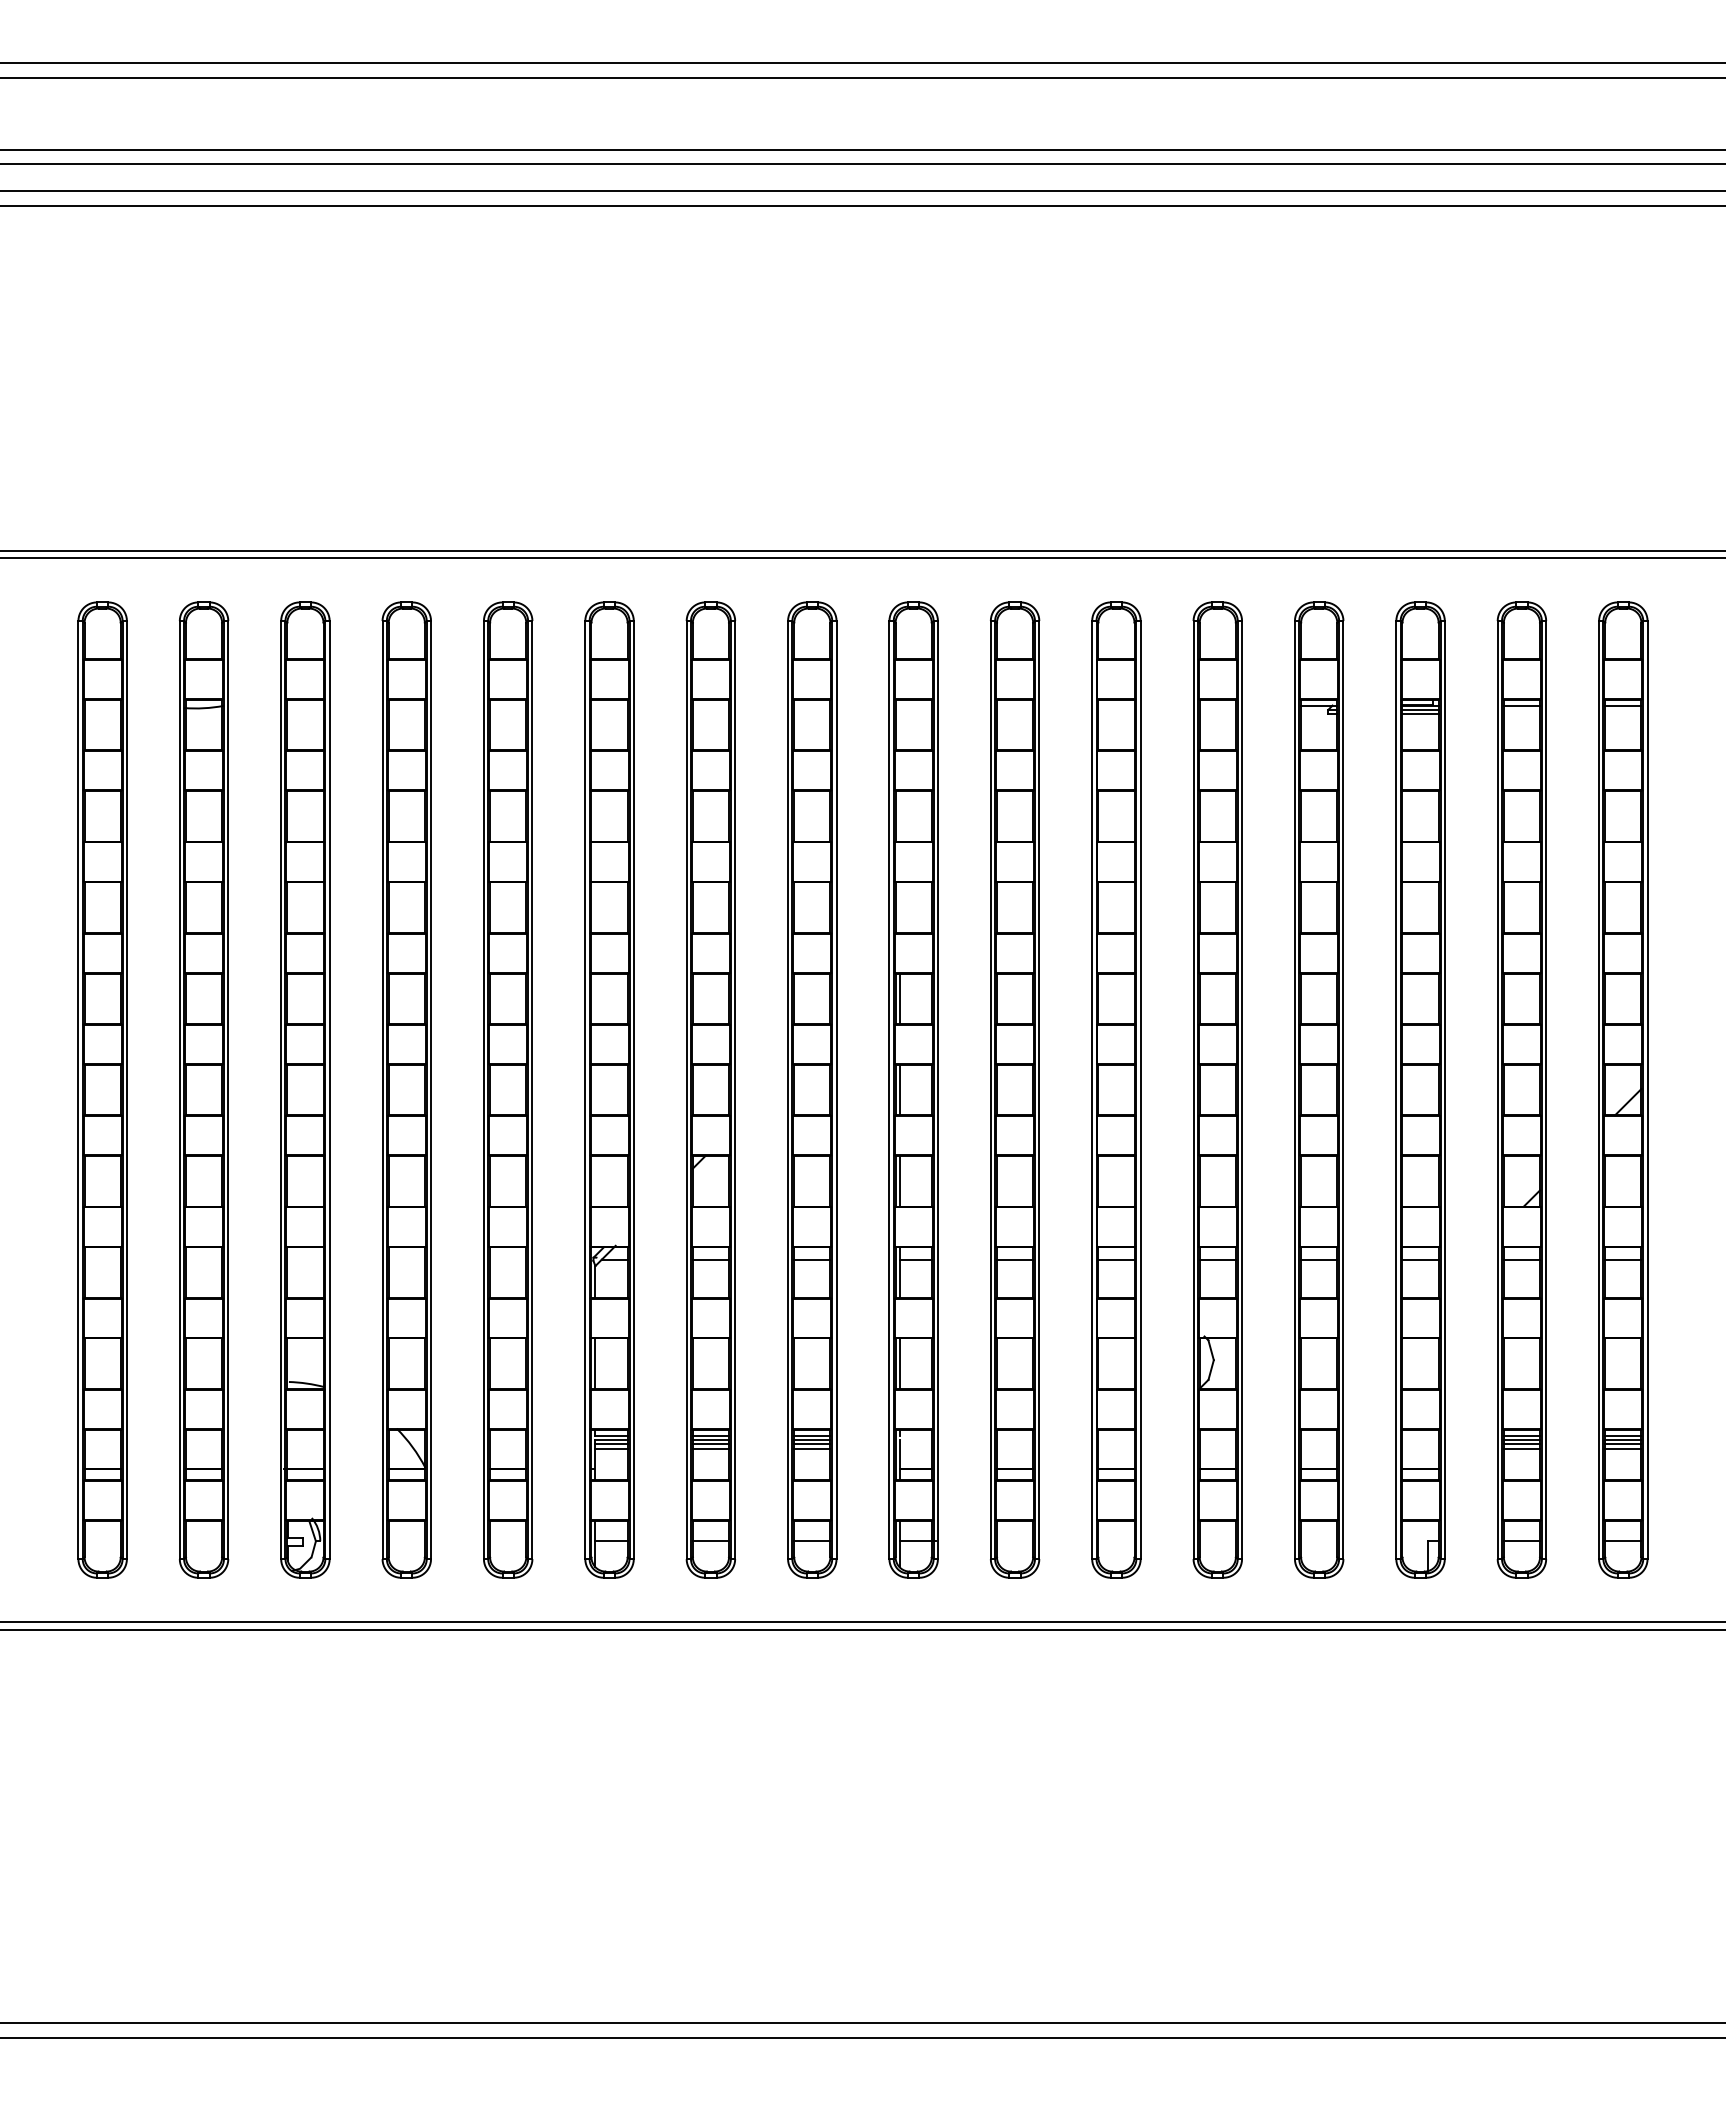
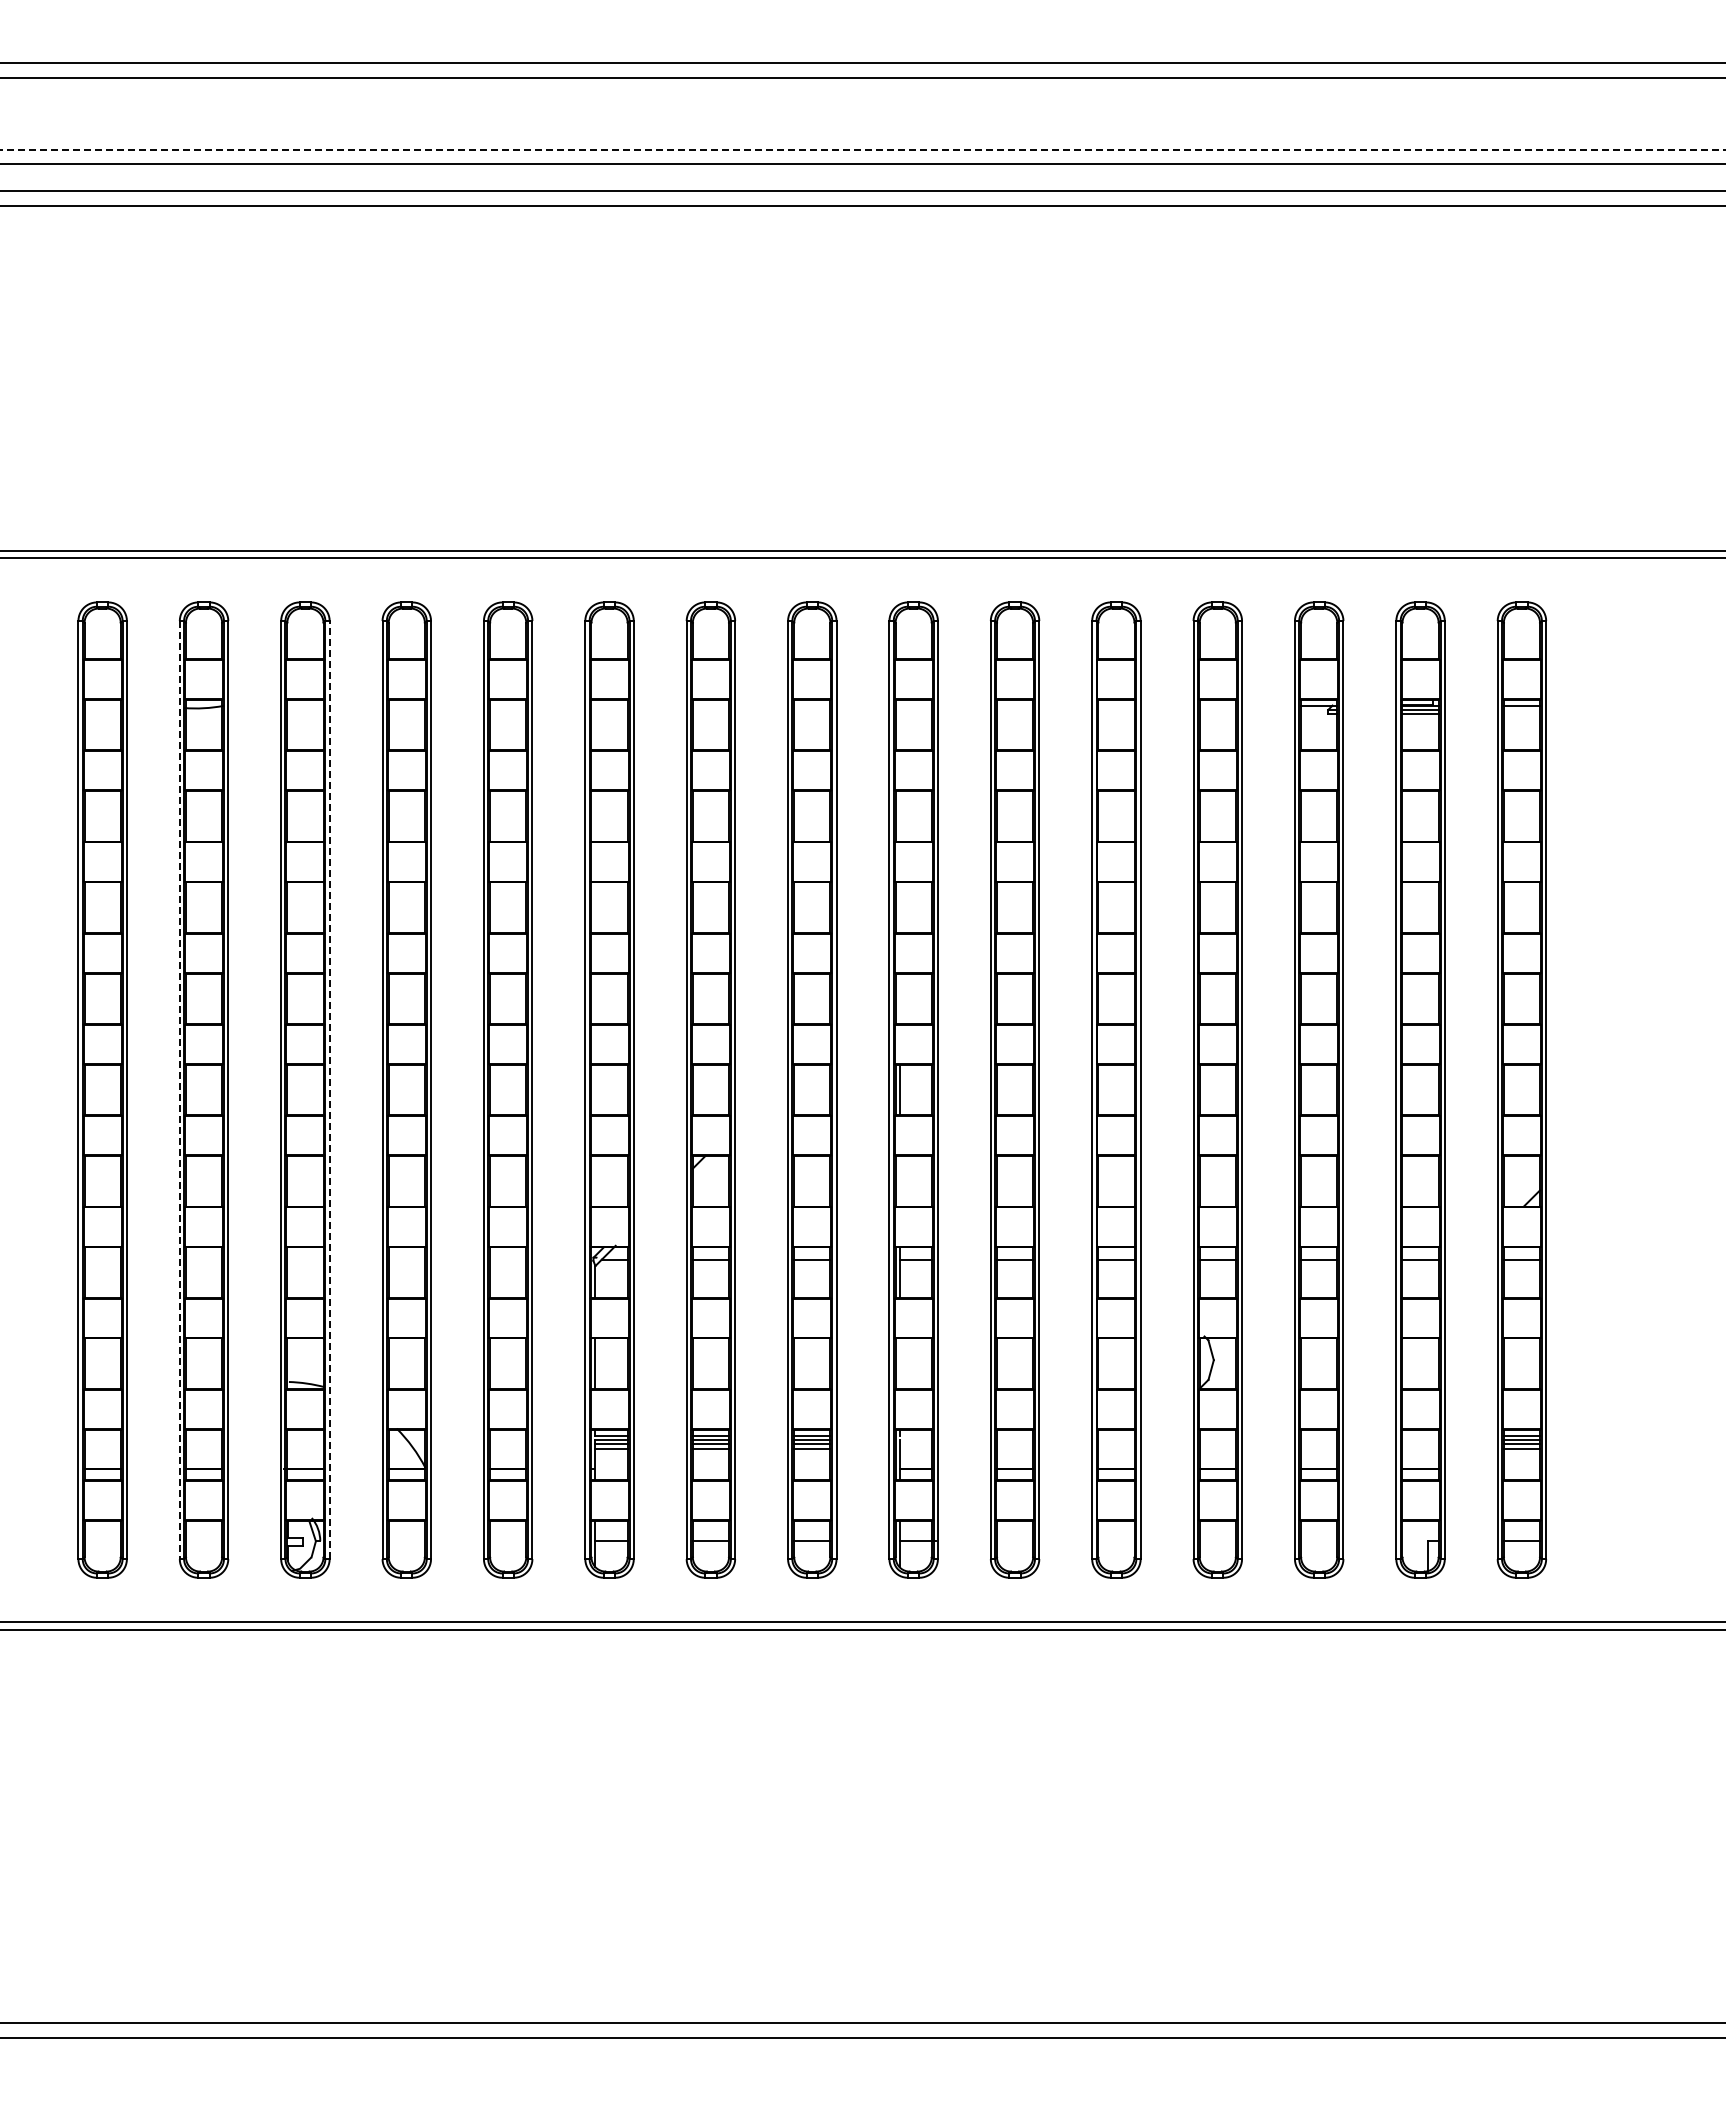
line at (863, 149): solid -> dashed
line at (899, 998): present -> none
line at (329, 1089): solid -> dashed
part at (1623, 1089): present -> none
line at (179, 1090): solid -> dashed
line at (899, 1180): present -> none
line at (899, 1363): present -> none
